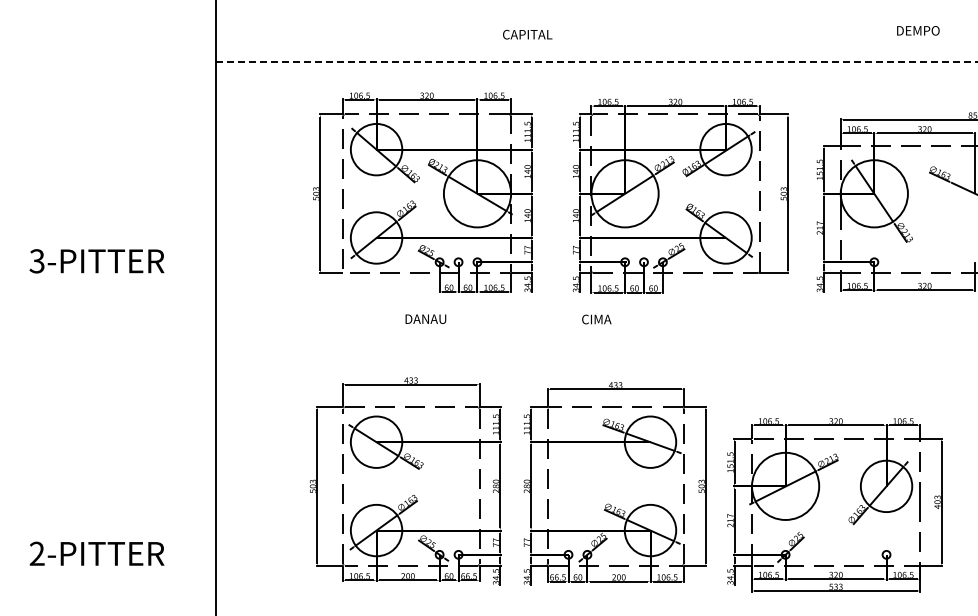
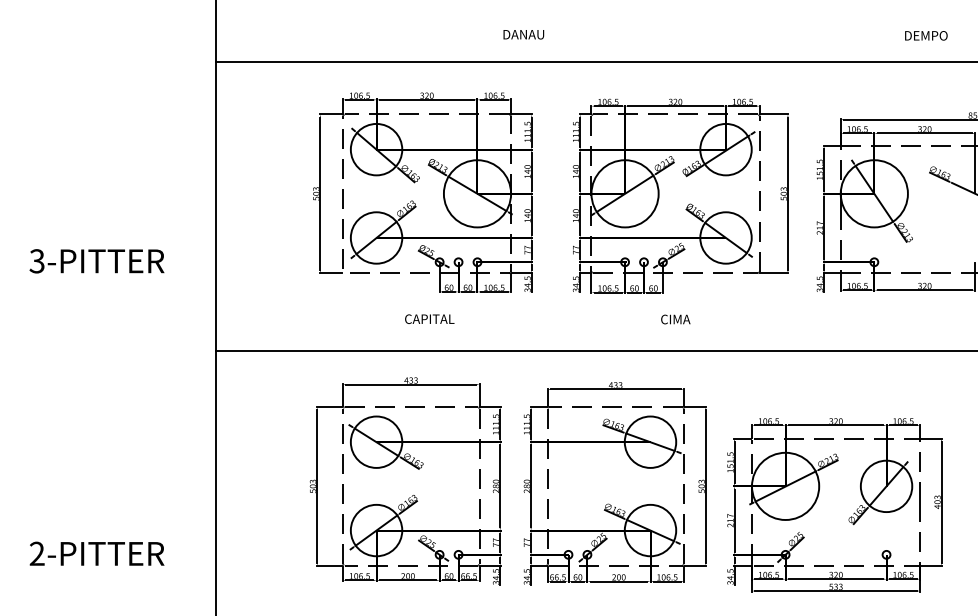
text at (918, 30) position: (918, 30) -> (926, 35)
text at (527, 34): CAPITAL -> DANAU
line at (597, 62): dashed -> solid
text at (429, 319): DANAU -> CAPITAL
text at (596, 319) position: (596, 319) -> (675, 319)
line at (595, 351): none -> present
